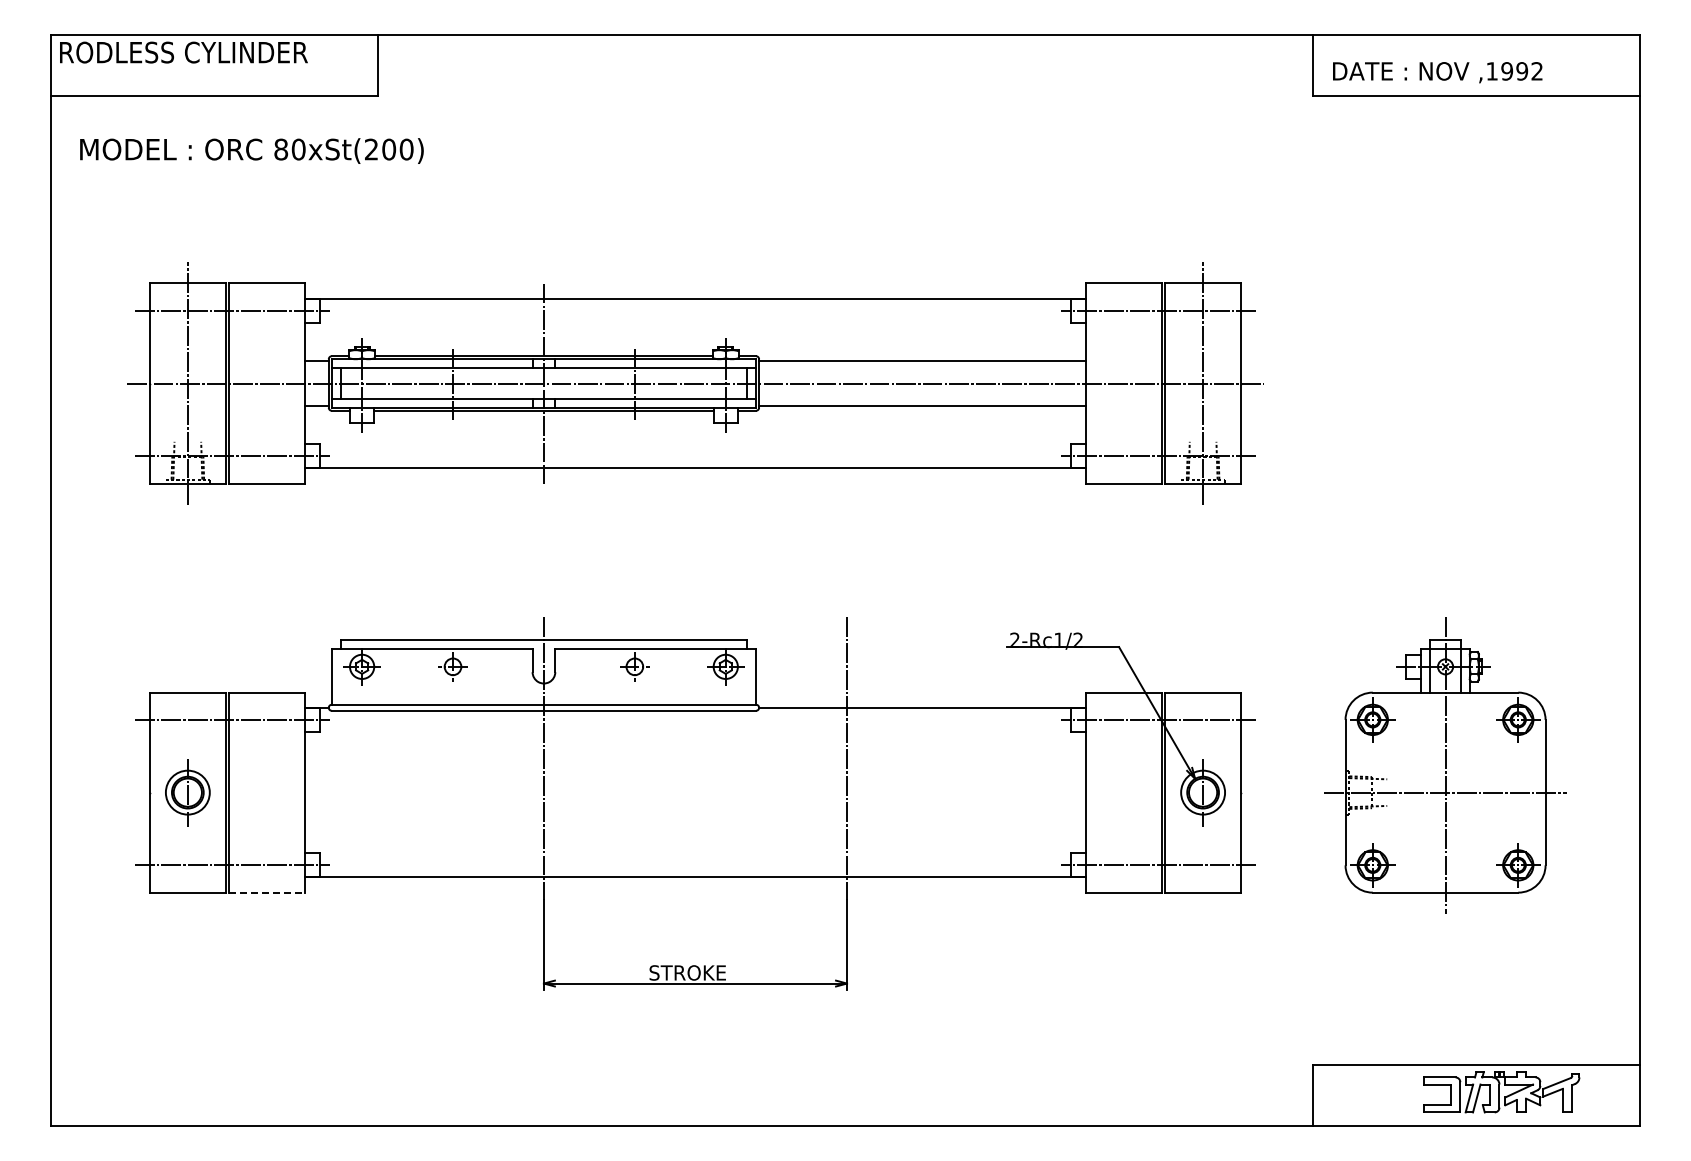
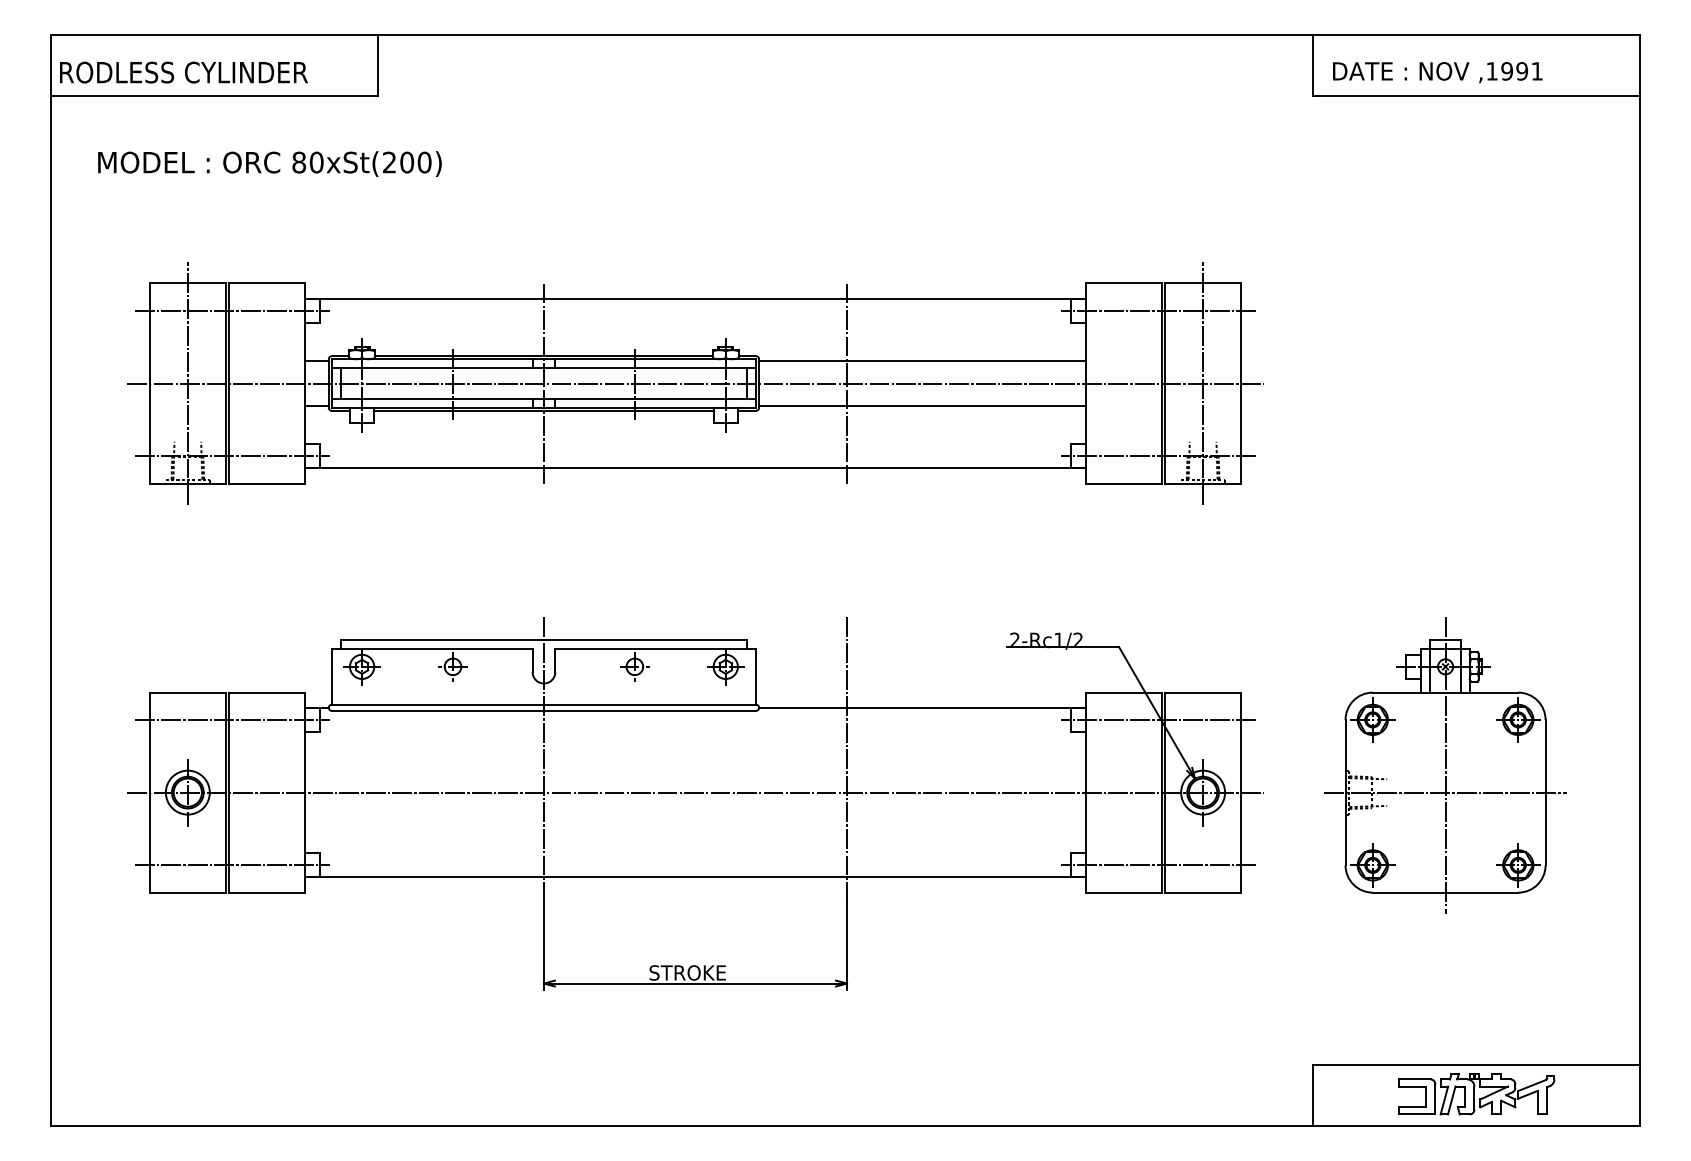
text at (183, 52) position: (183, 52) -> (183, 72)
text at (1536, 71): ,1992 -> ,1991
text at (251, 150) position: (251, 150) -> (269, 163)
line at (847, 383): none -> present
line at (695, 792): none -> present
line at (266, 892): dashed -> solid
part at (1501, 1092) position: (1501, 1092) -> (1476, 1094)
